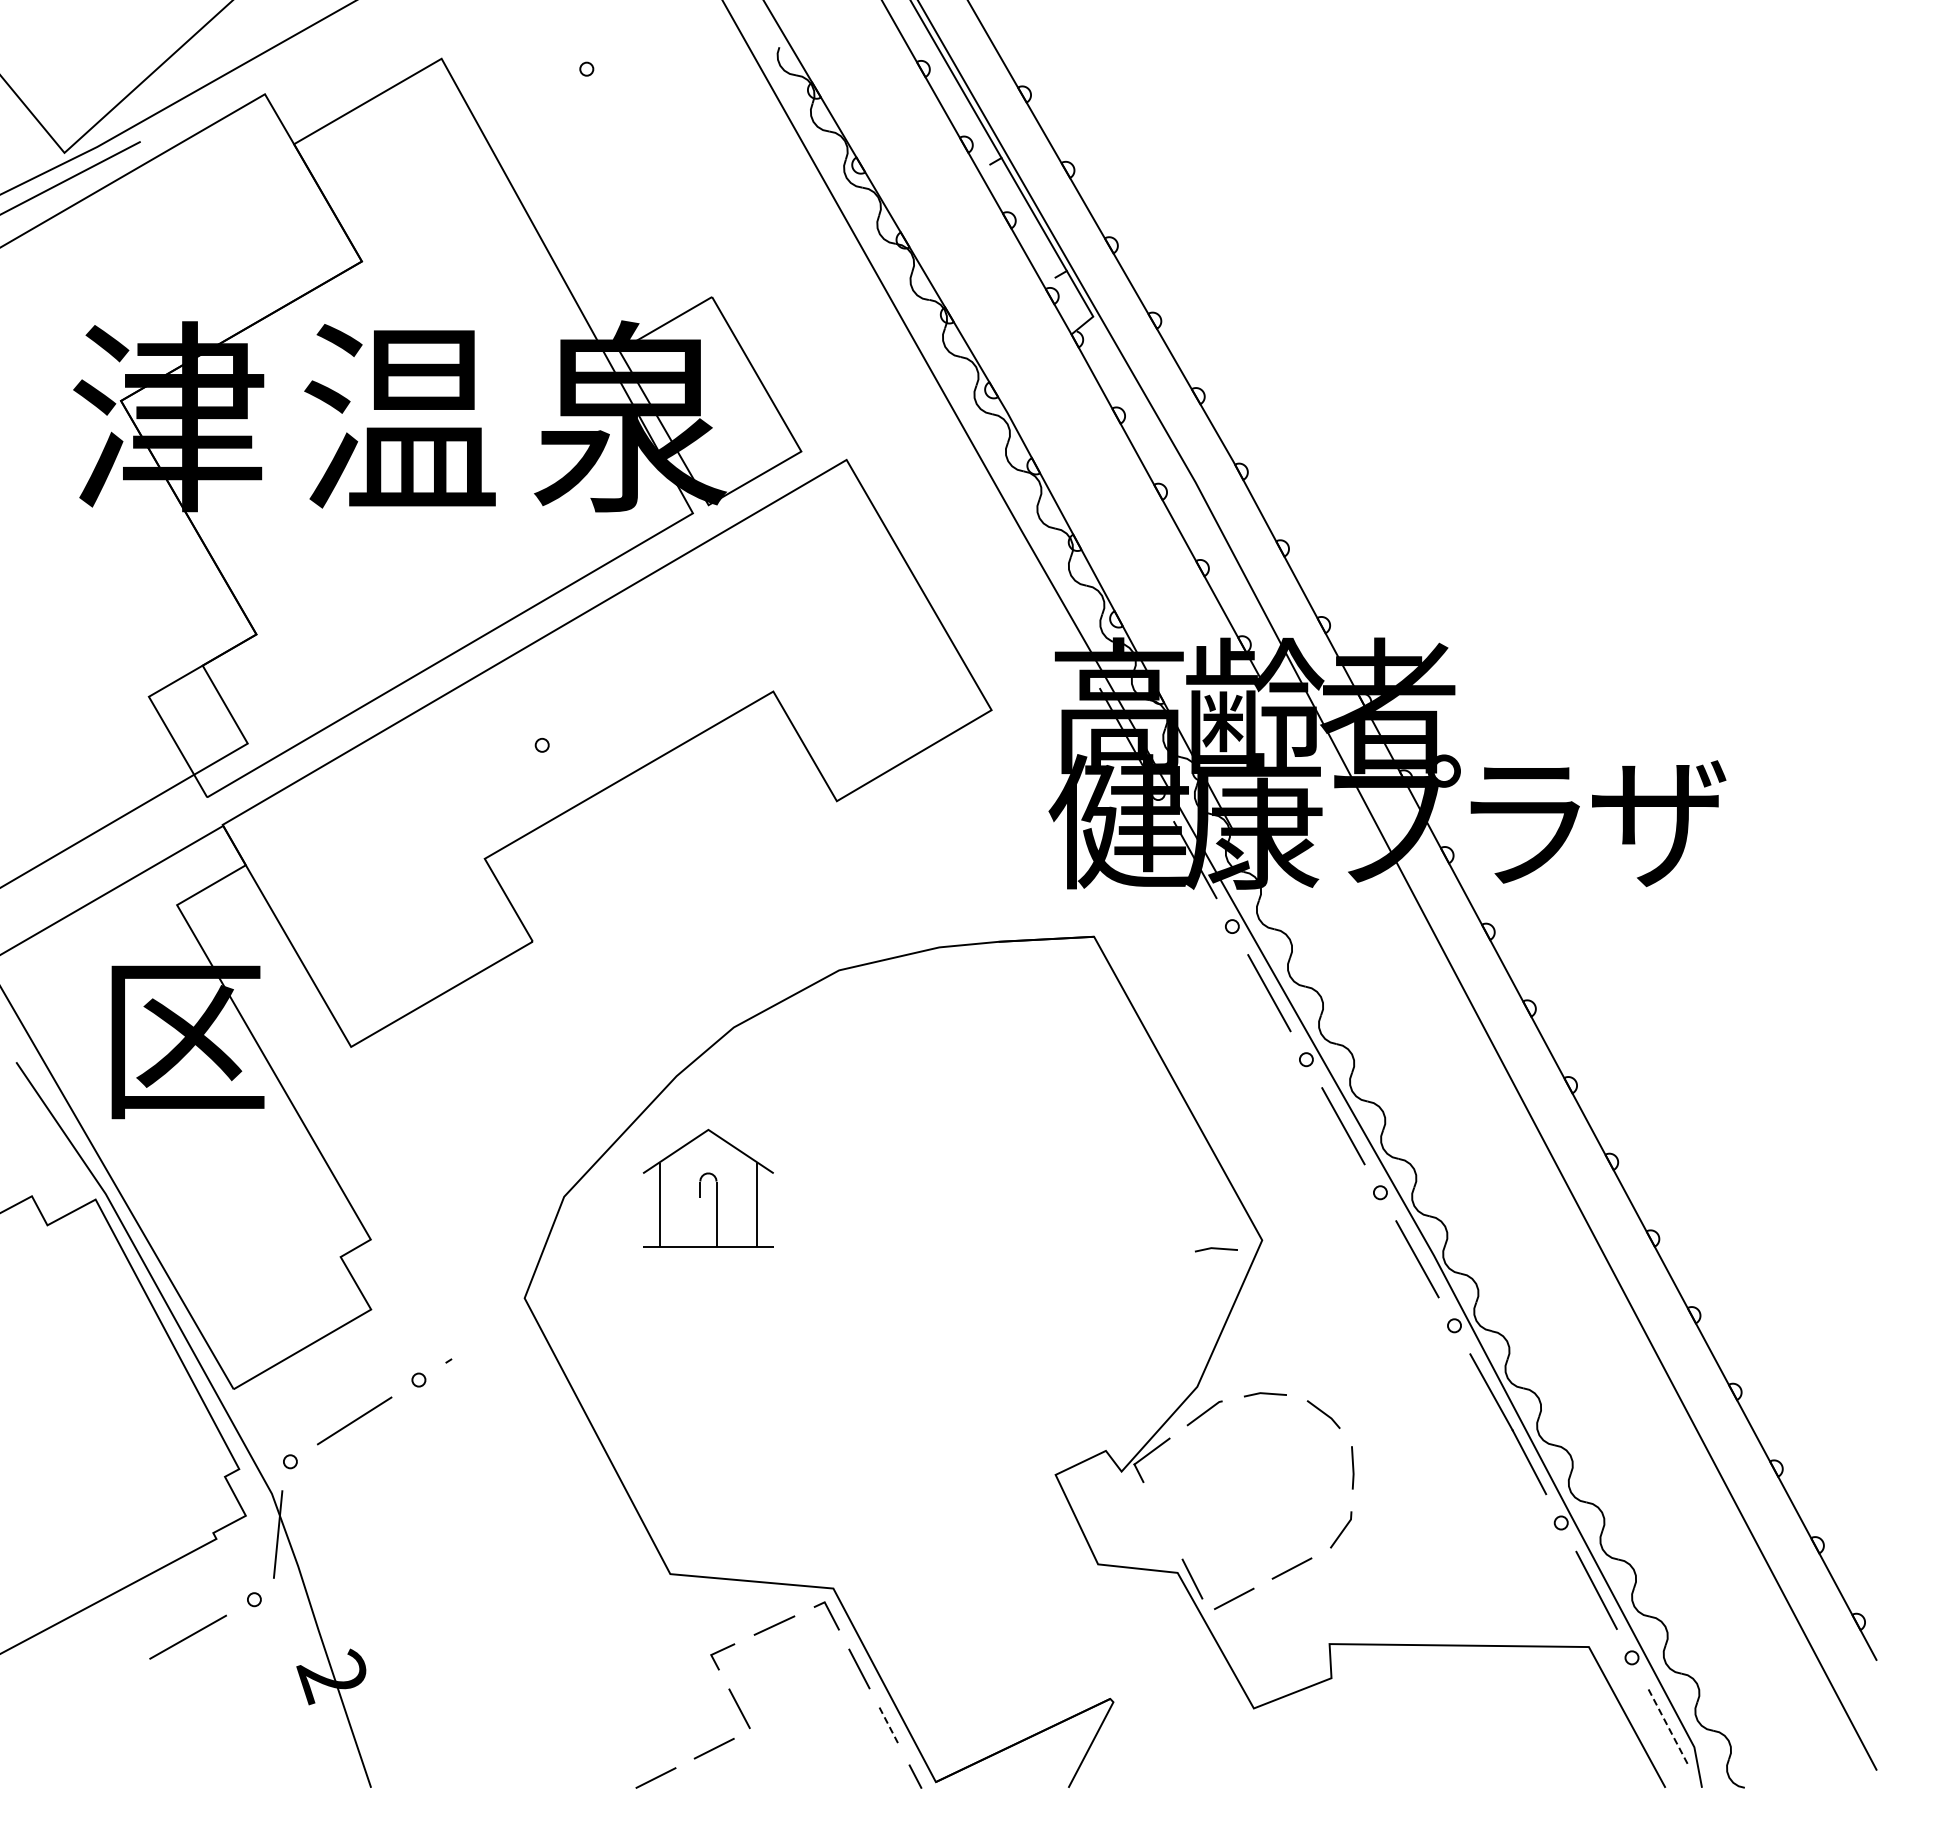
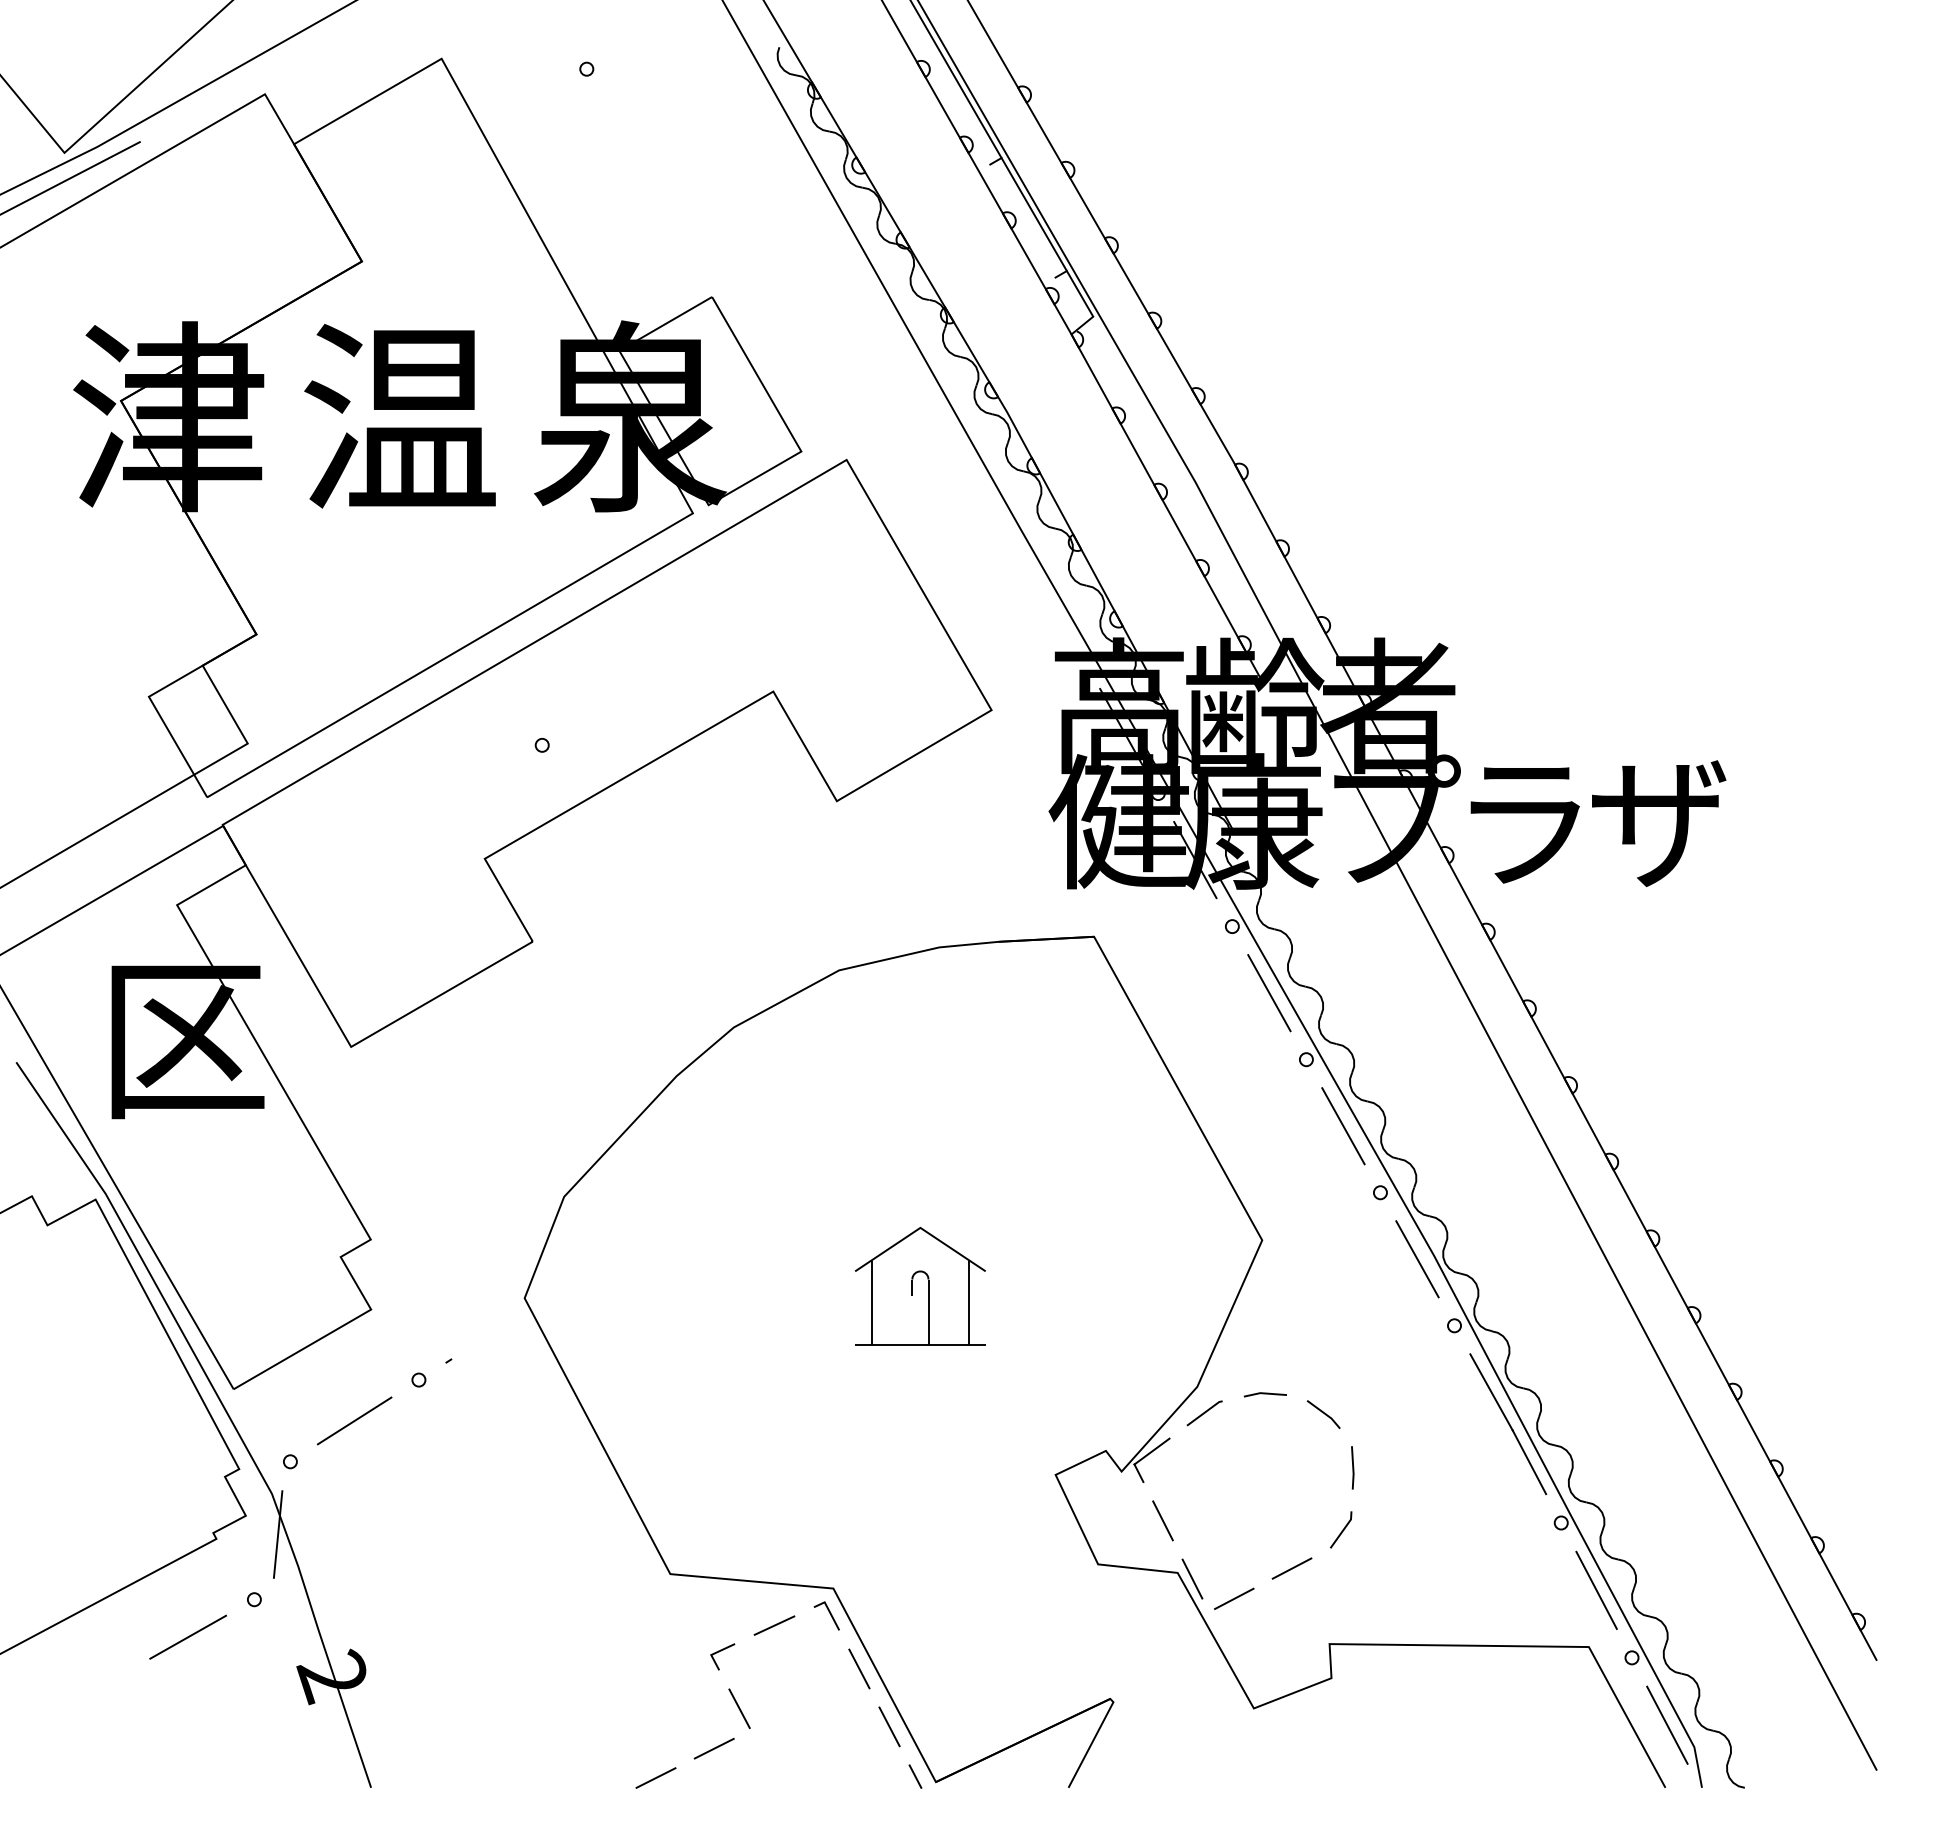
part at (707, 1187) position: (707, 1187) -> (919, 1285)
line at (1216, 1249): present -> none
line at (1162, 1520): none -> present
line at (1667, 1725): dashed -> solid
line at (889, 1726): dashed -> solid
